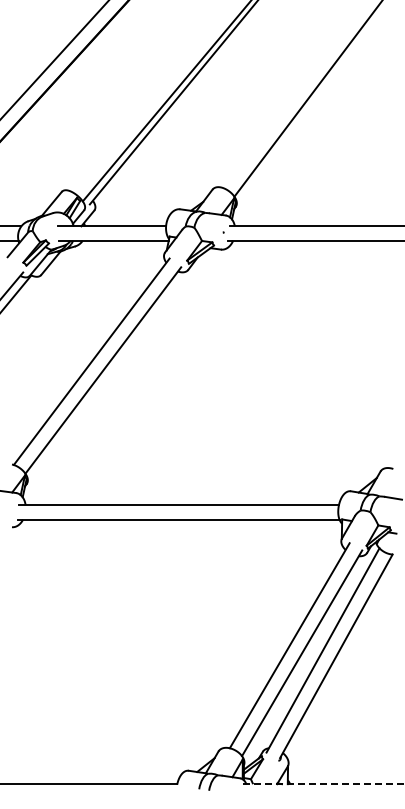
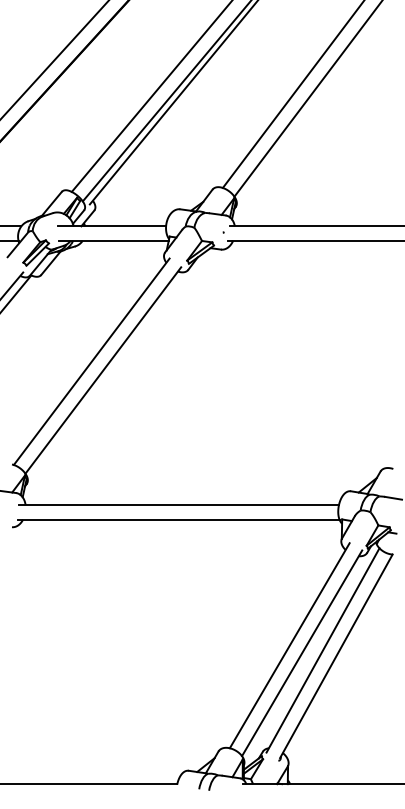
line at (292, 94): none -> present
line at (150, 96): none -> present
line at (324, 784): dashed -> solid
